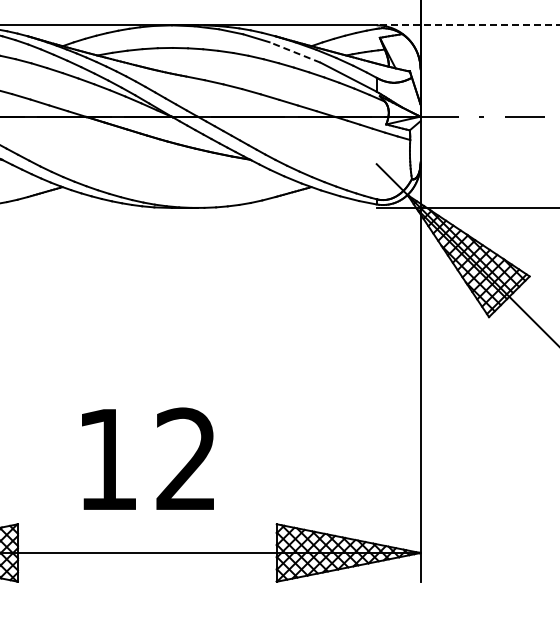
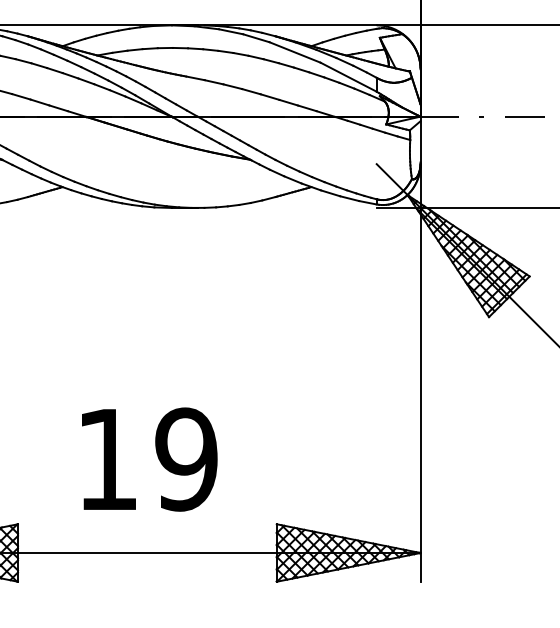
line at (467, 25): dashed -> solid
line at (294, 52): dashed -> solid
text at (186, 459): 12 -> 19
